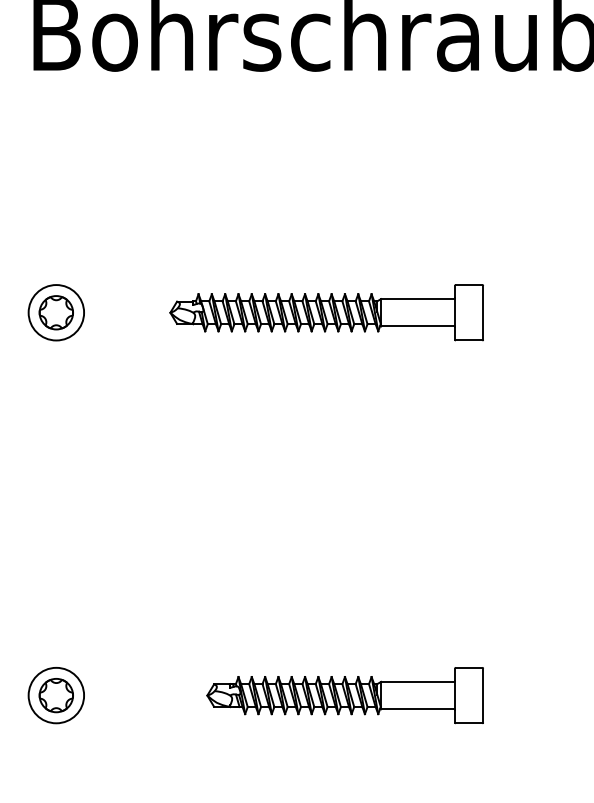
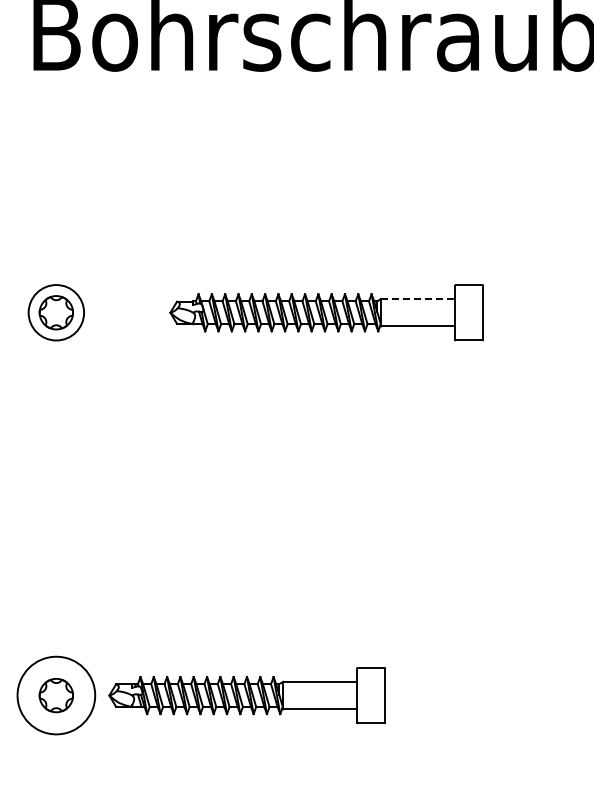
line at (417, 299): solid -> dashed
circle at (56, 695) diameter: 55 px -> 78 px
part at (344, 695) position: (344, 695) -> (246, 695)
